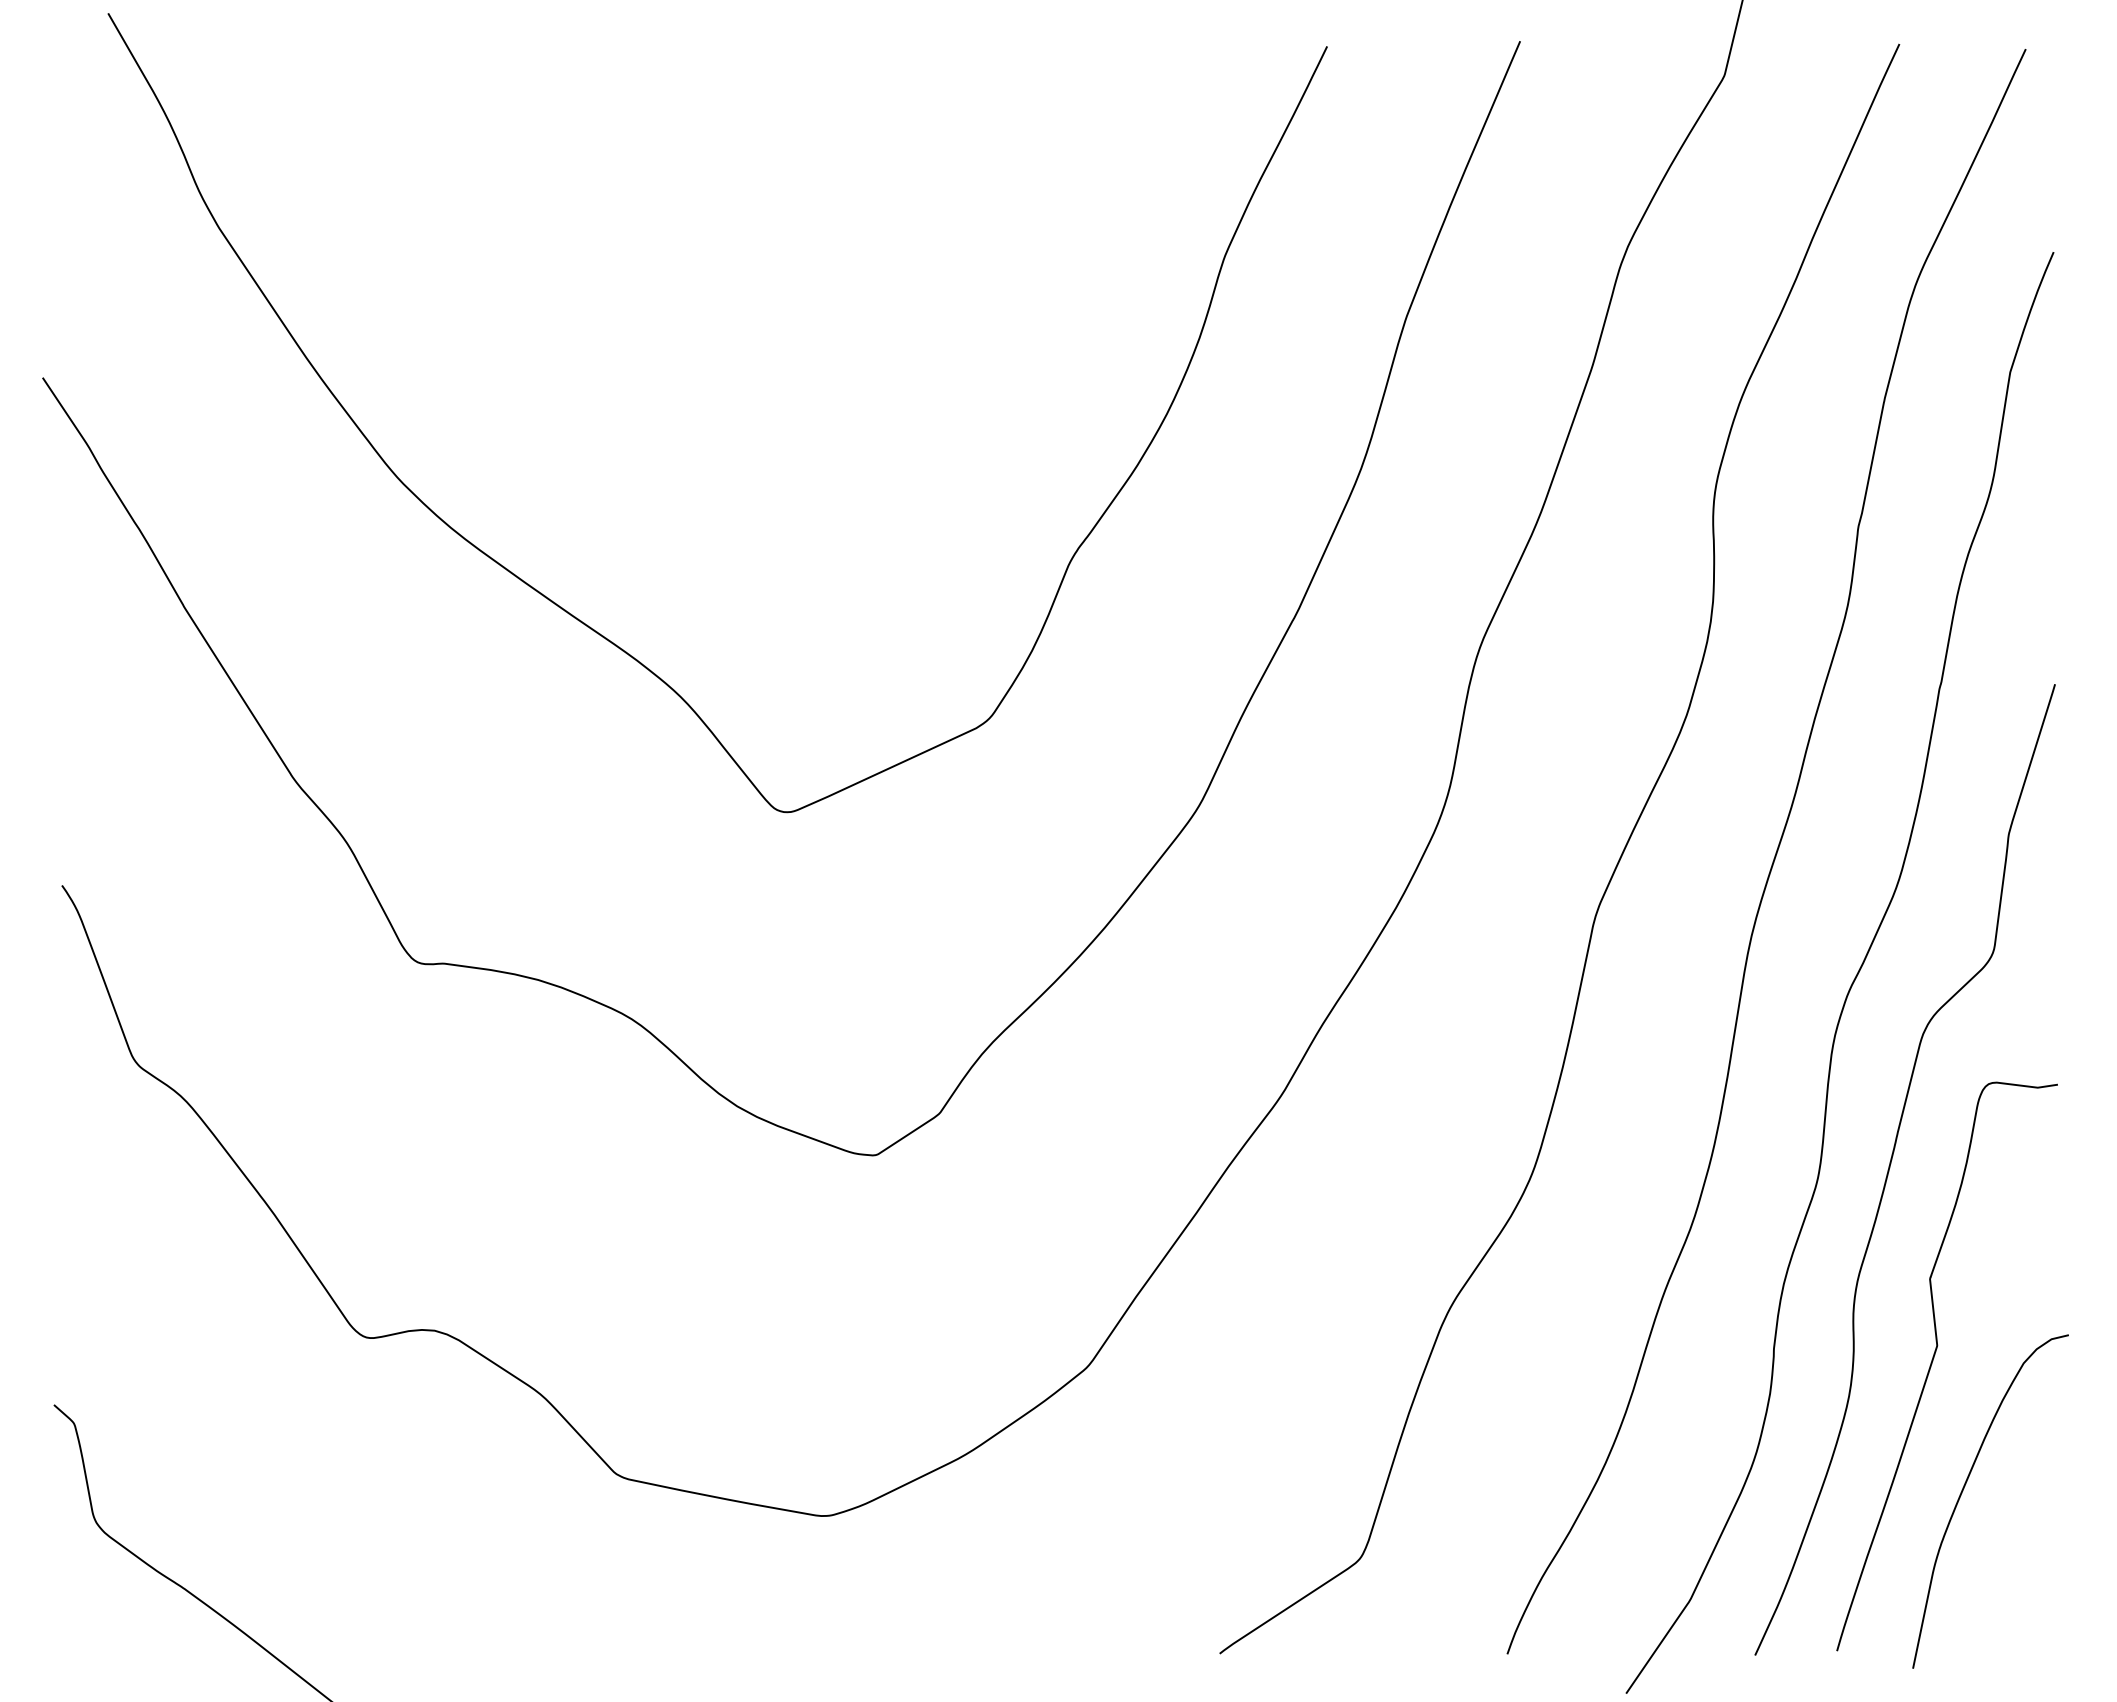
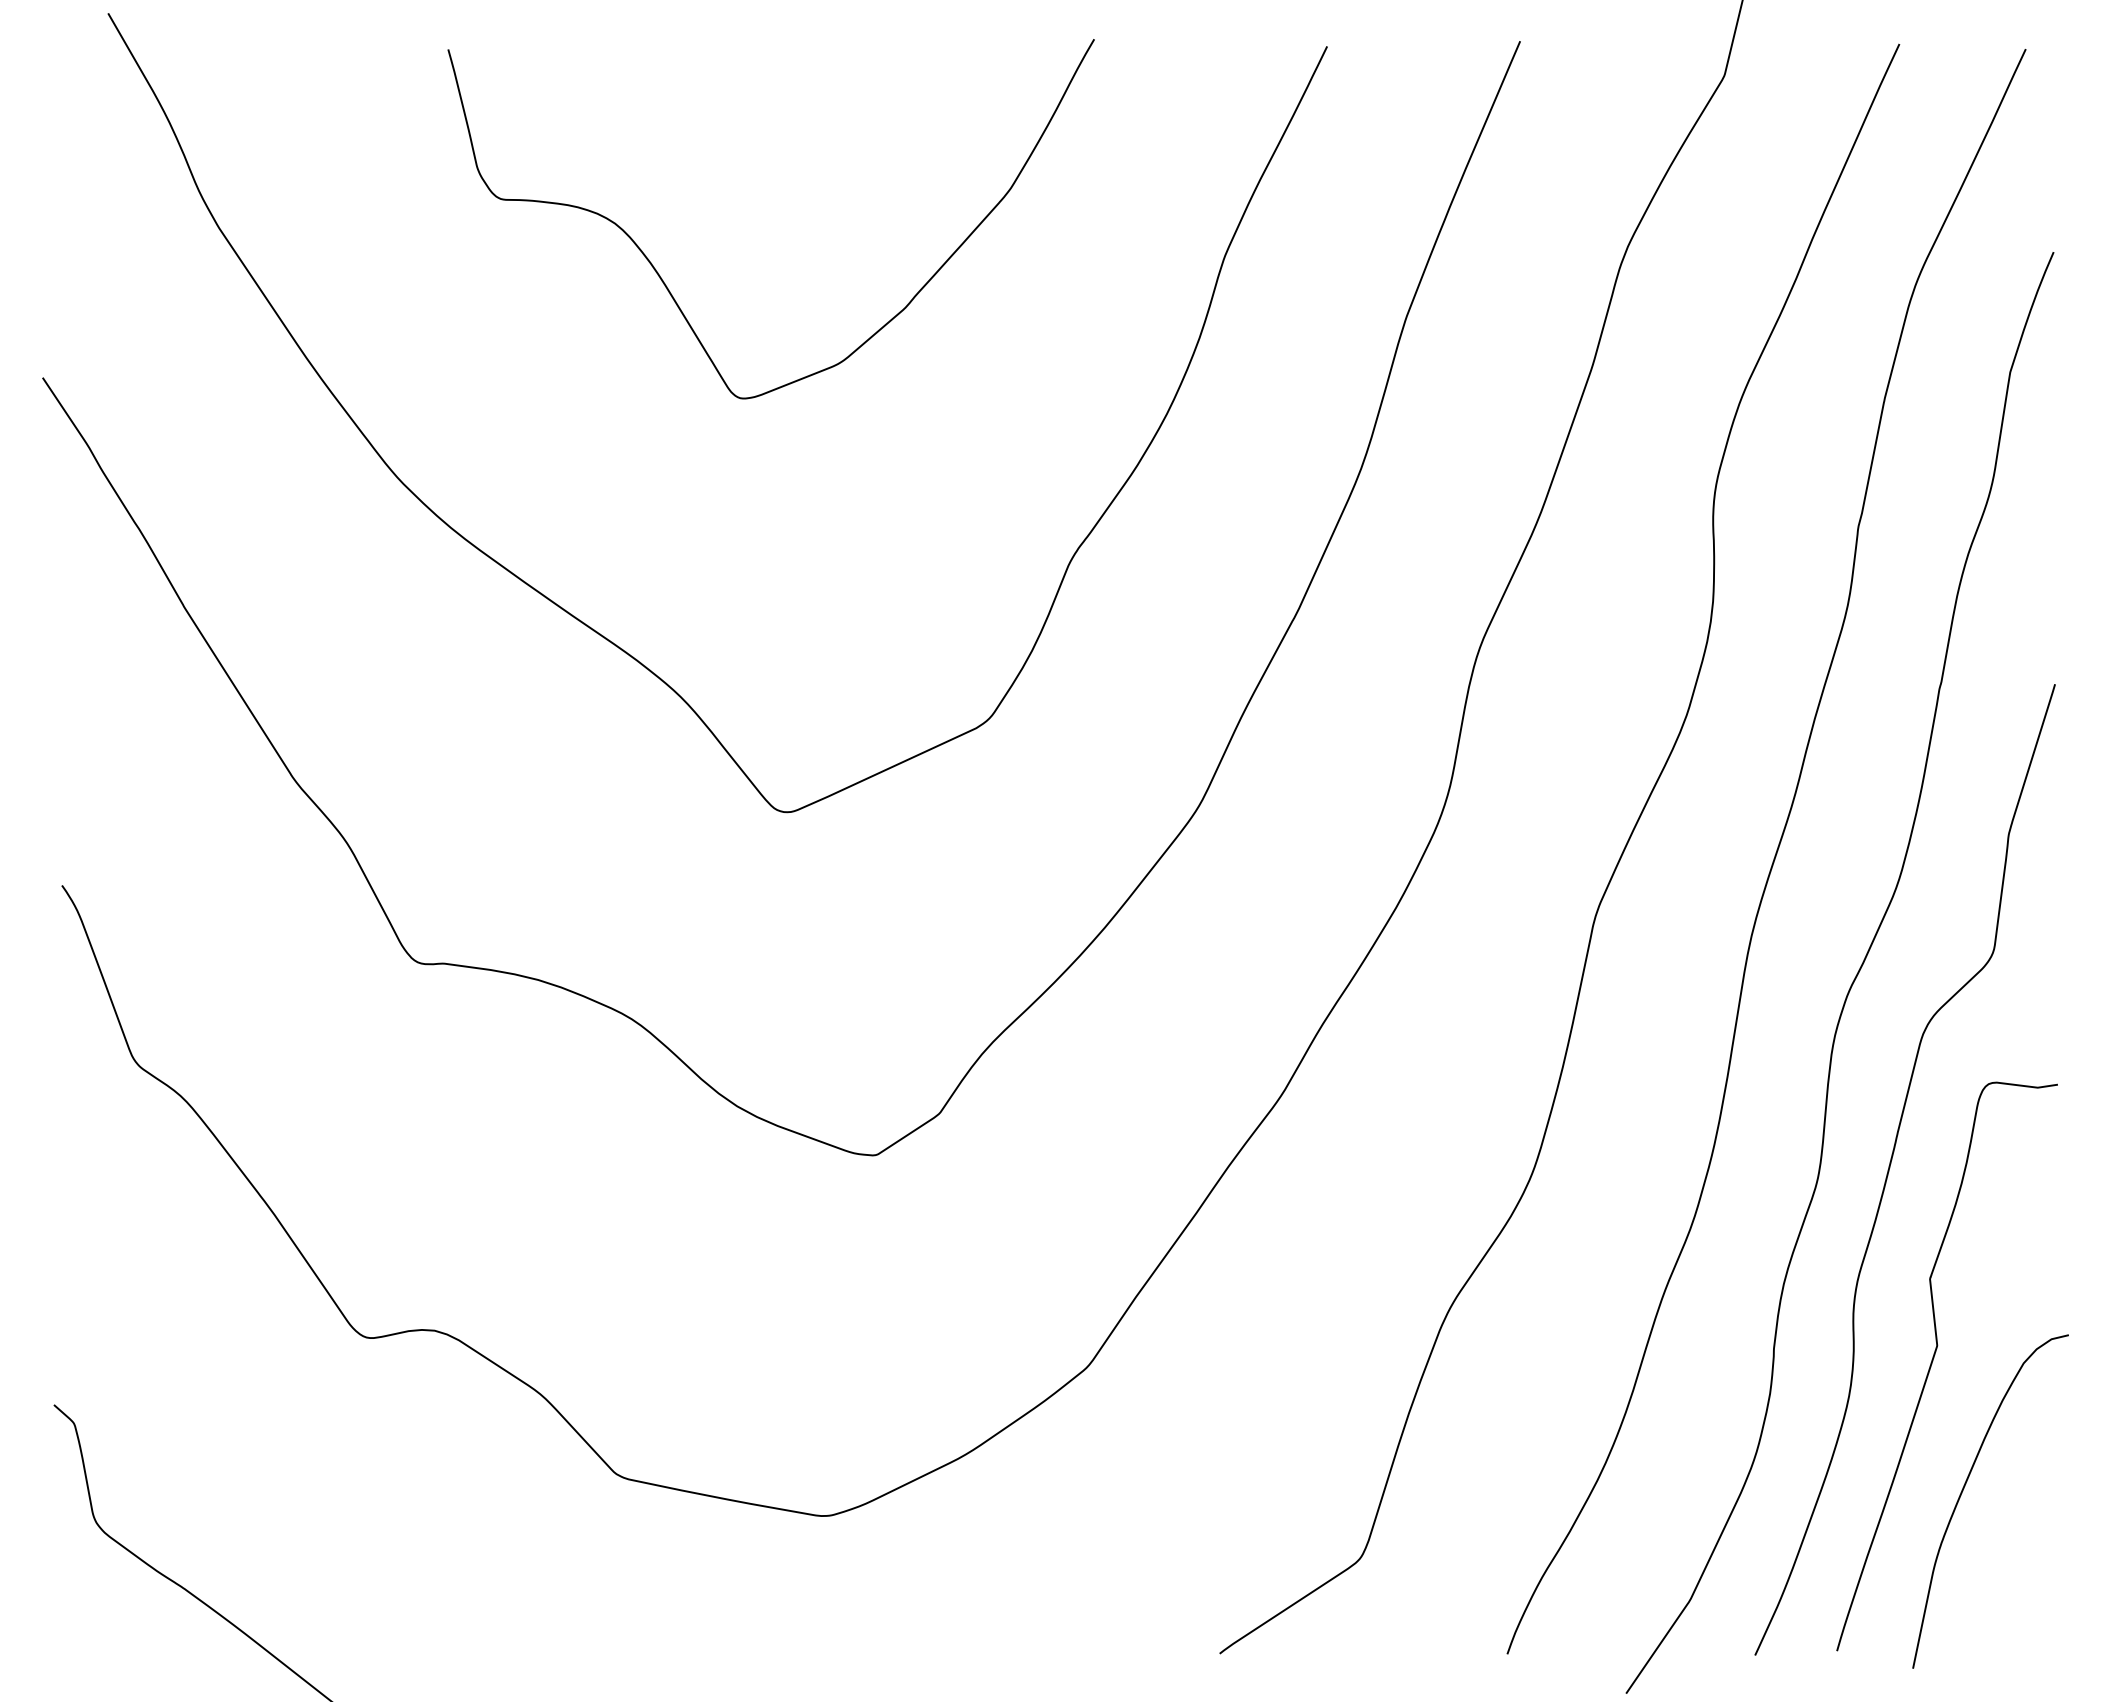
curve at (667, 286): none -> present
